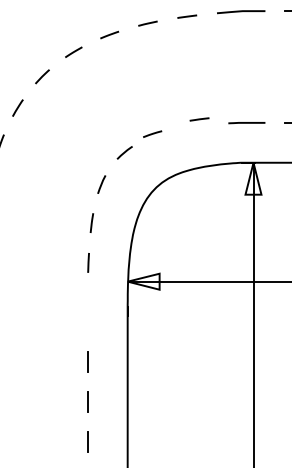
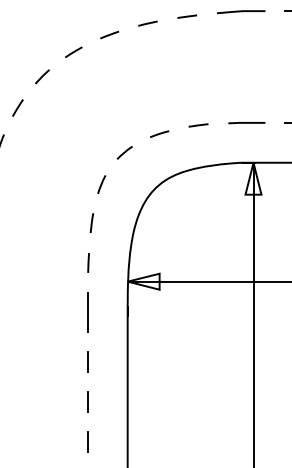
line at (199, 119) position: (199, 119) -> (198, 125)
line at (152, 133) position: (152, 133) -> (159, 133)
line at (87, 312): none -> present
